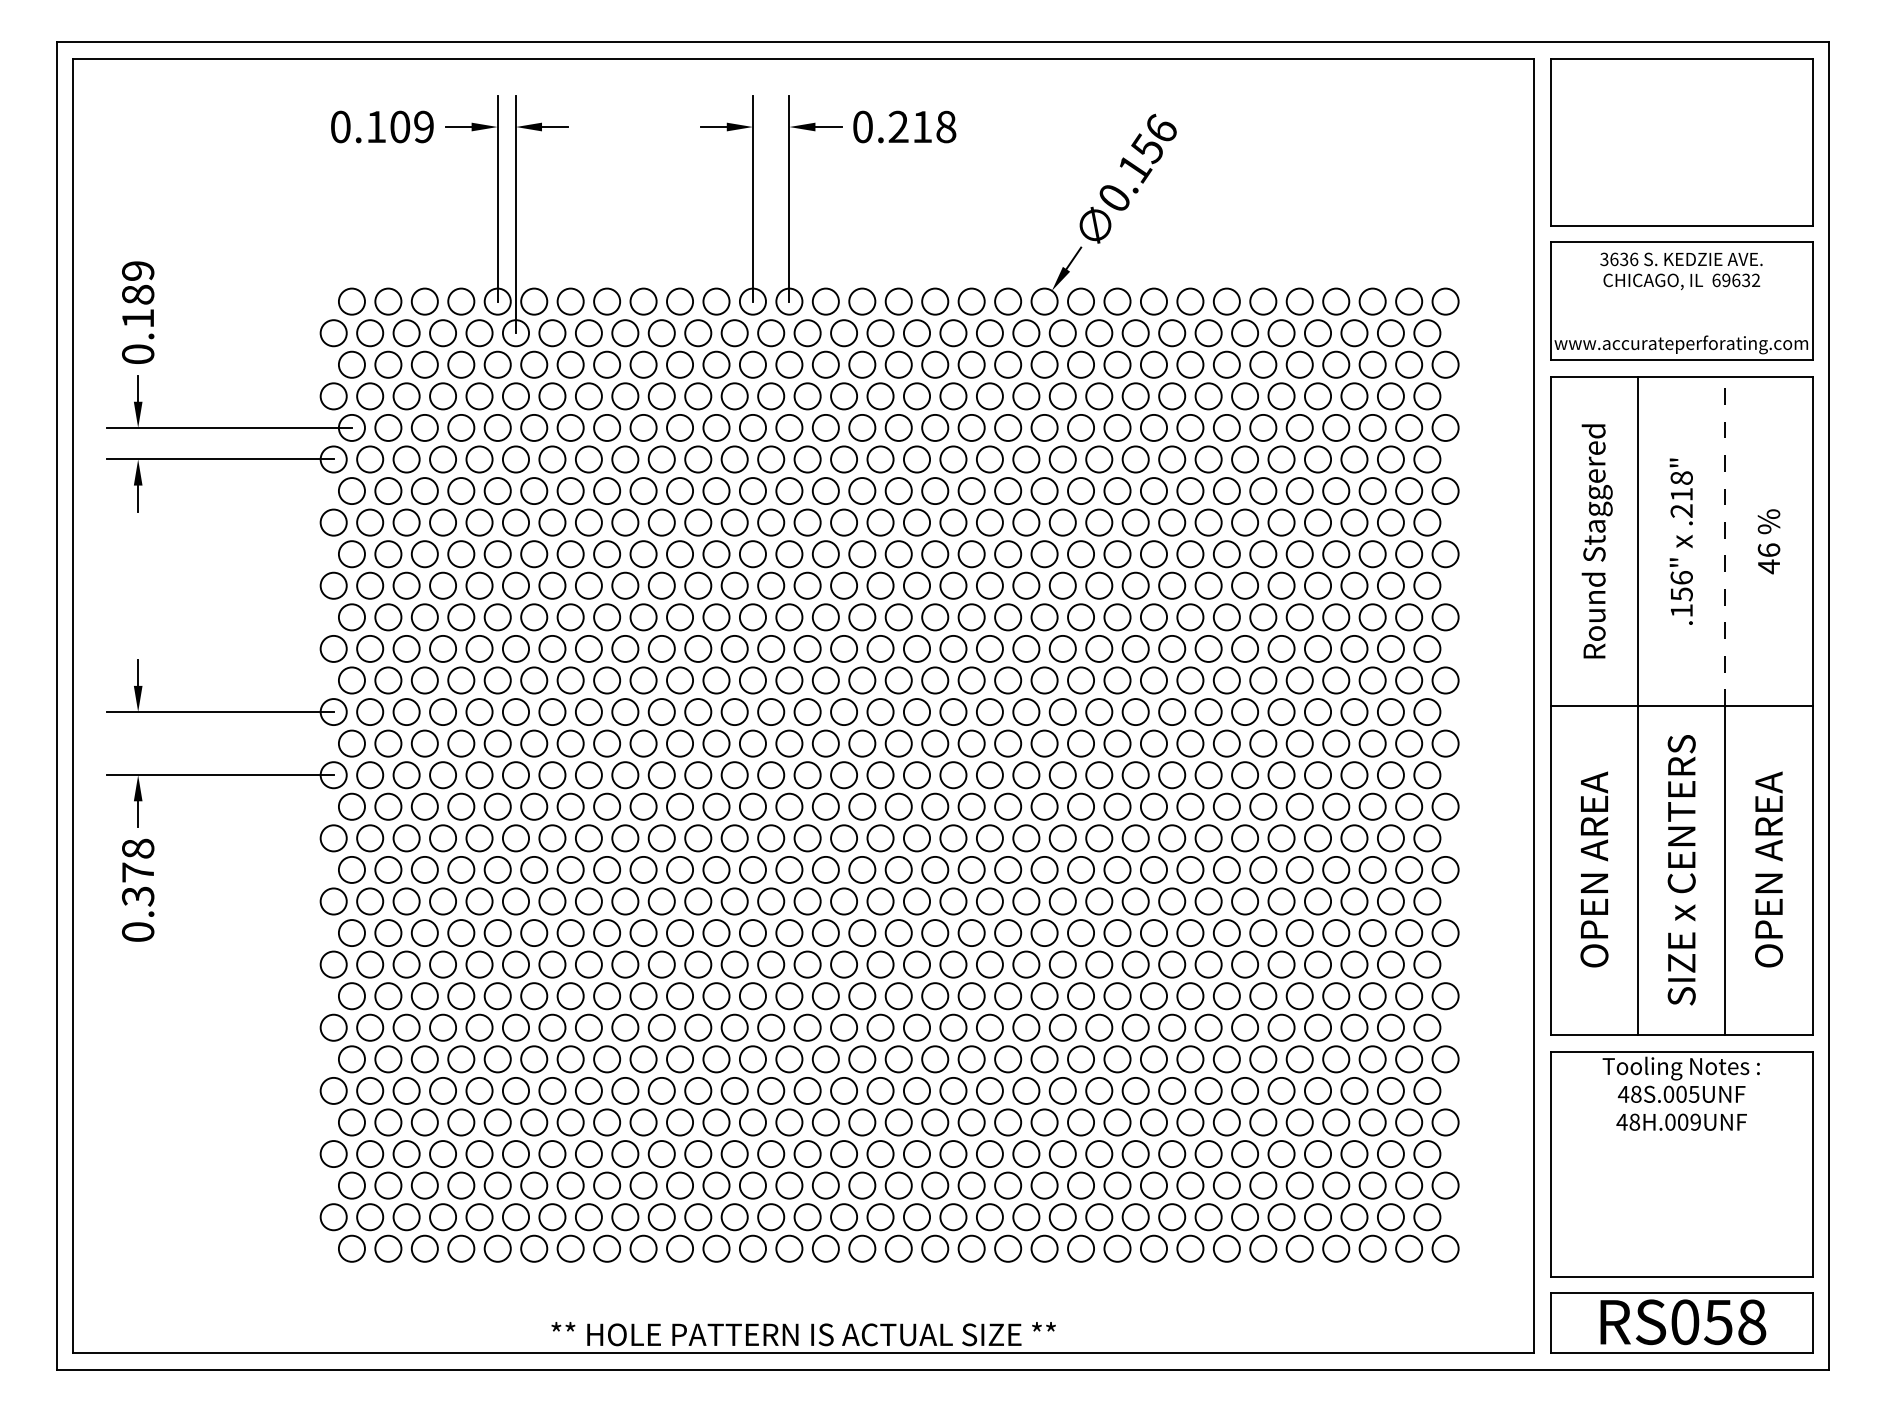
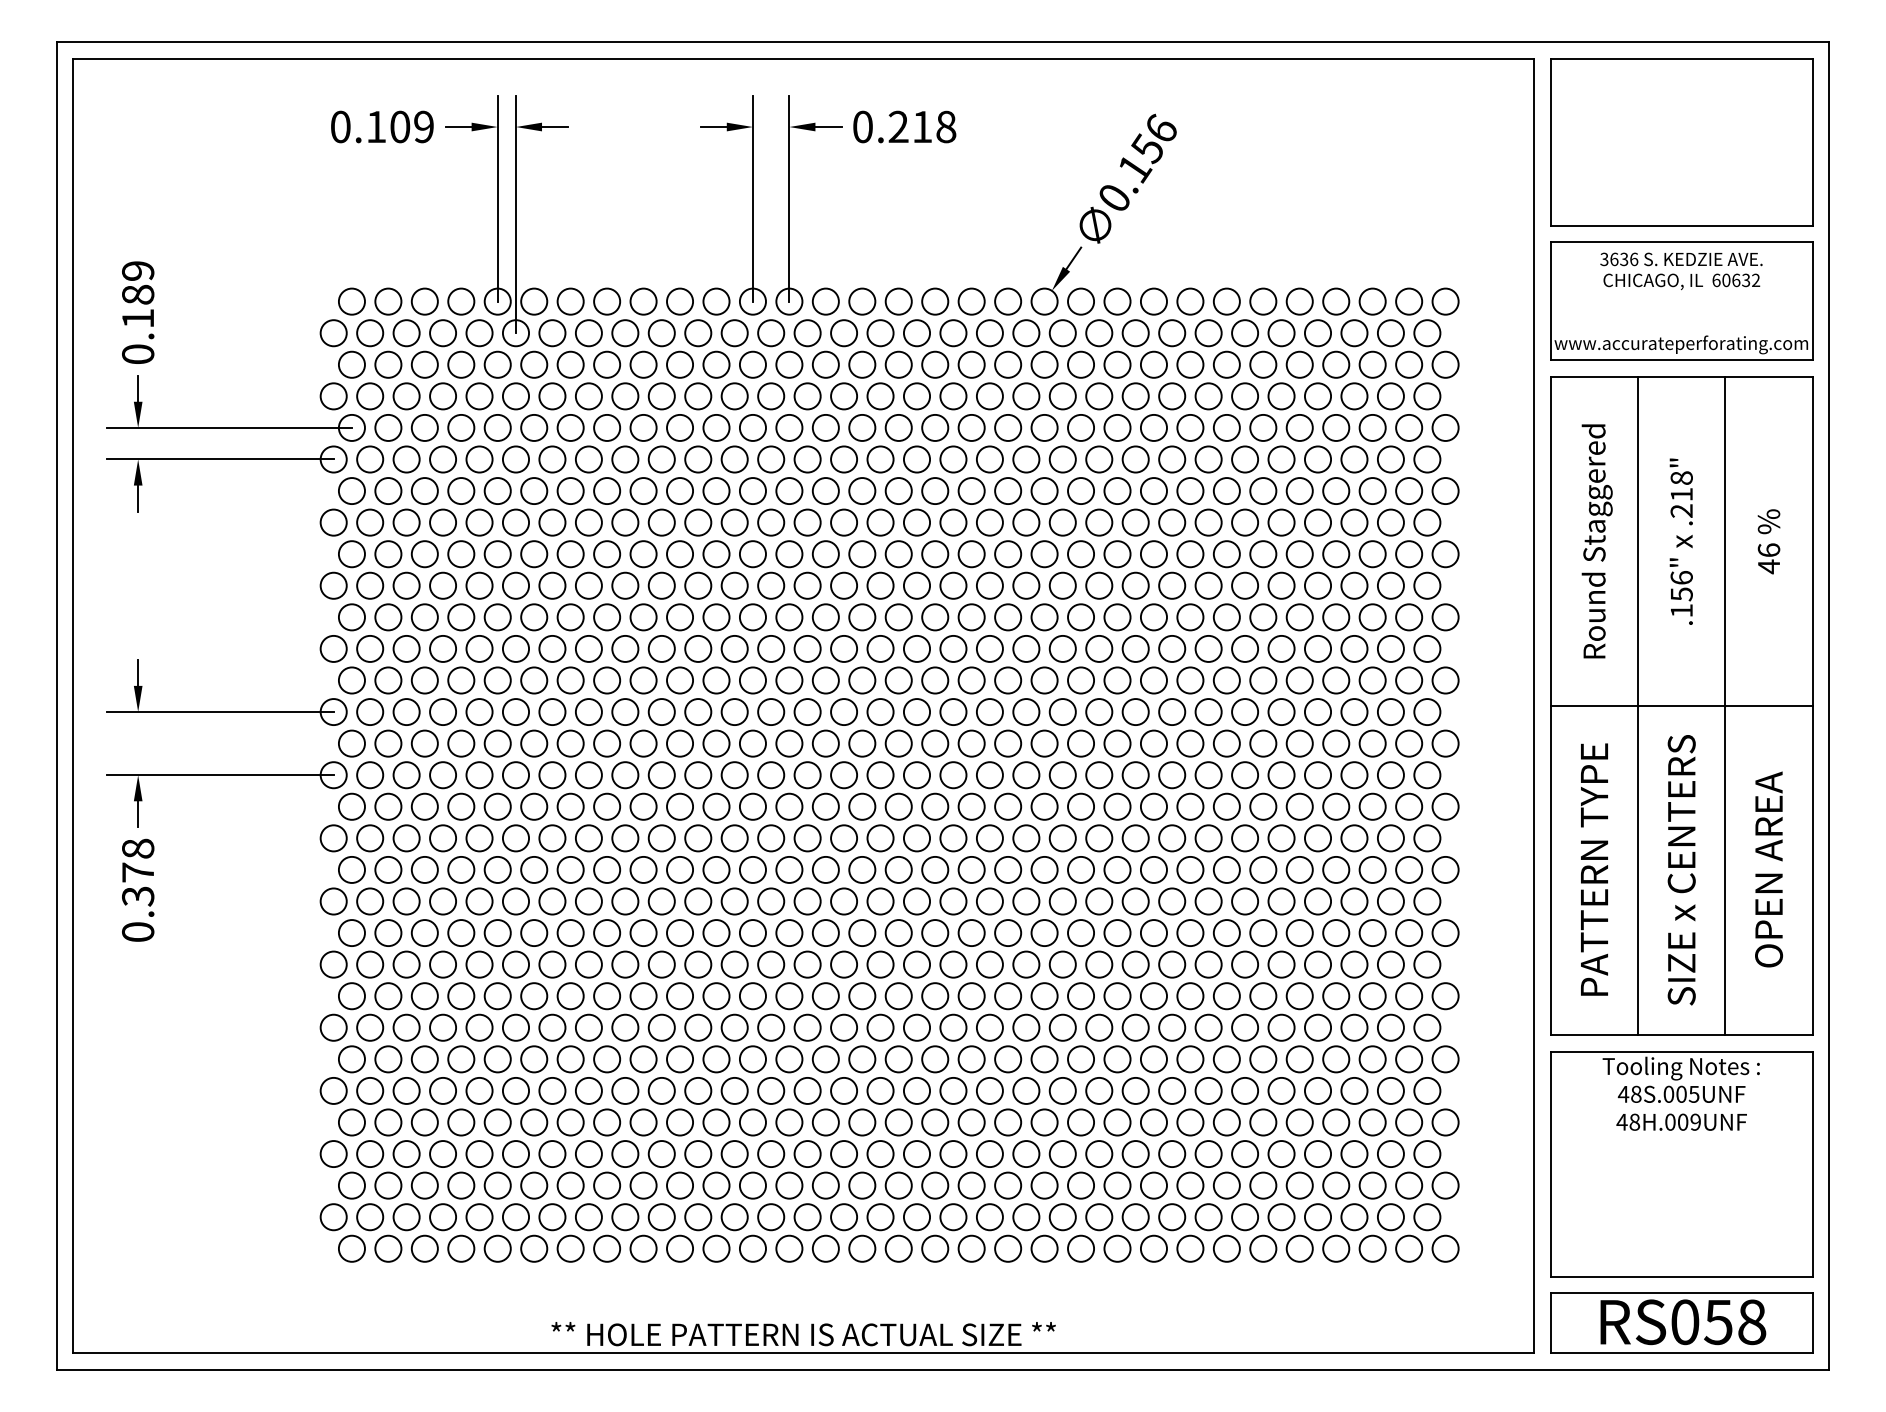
text at (1726, 279): 69632 -> 60632
line at (1725, 541): dashed -> solid
text at (1594, 869): OPEN AREA -> PATTERN TYPE
